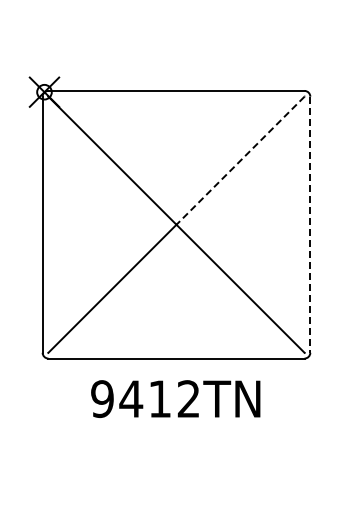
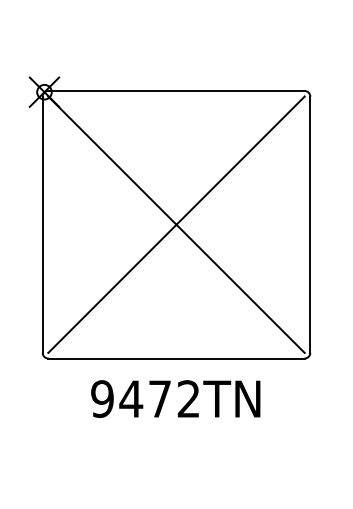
line at (240, 160): dashed -> solid
line at (310, 225): dashed -> solid
text at (159, 398): 9412TN -> 9472TN
